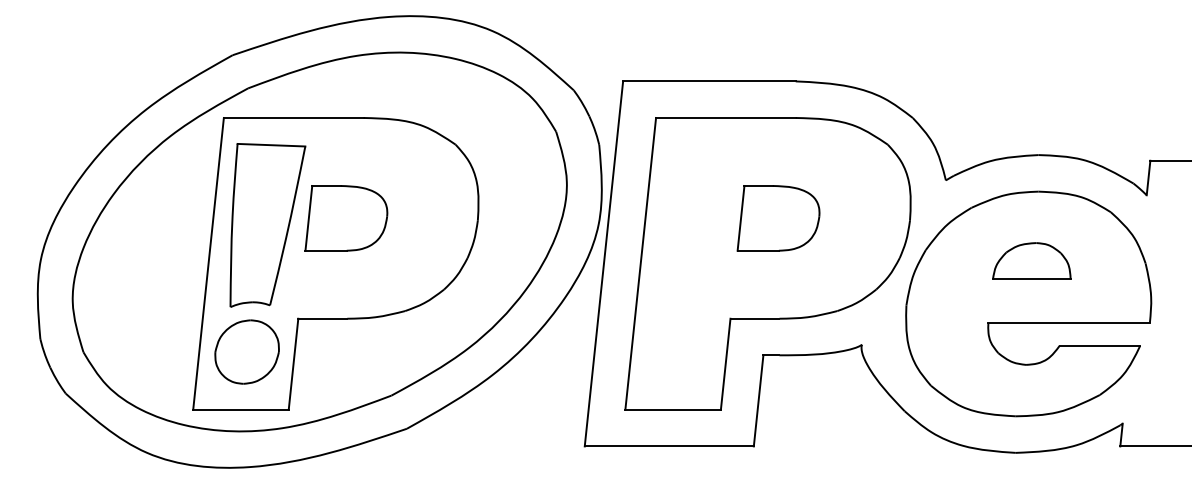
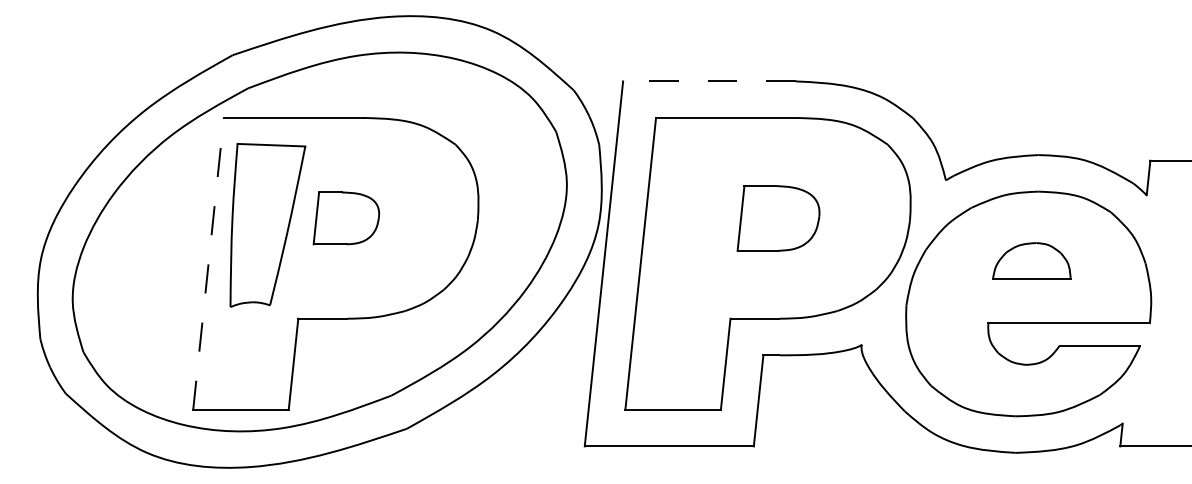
line at (708, 81): solid -> dashed
part at (346, 218) size: 85x67 px -> 69x55 px
line at (208, 263): solid -> dashed
part at (246, 351): present -> none
